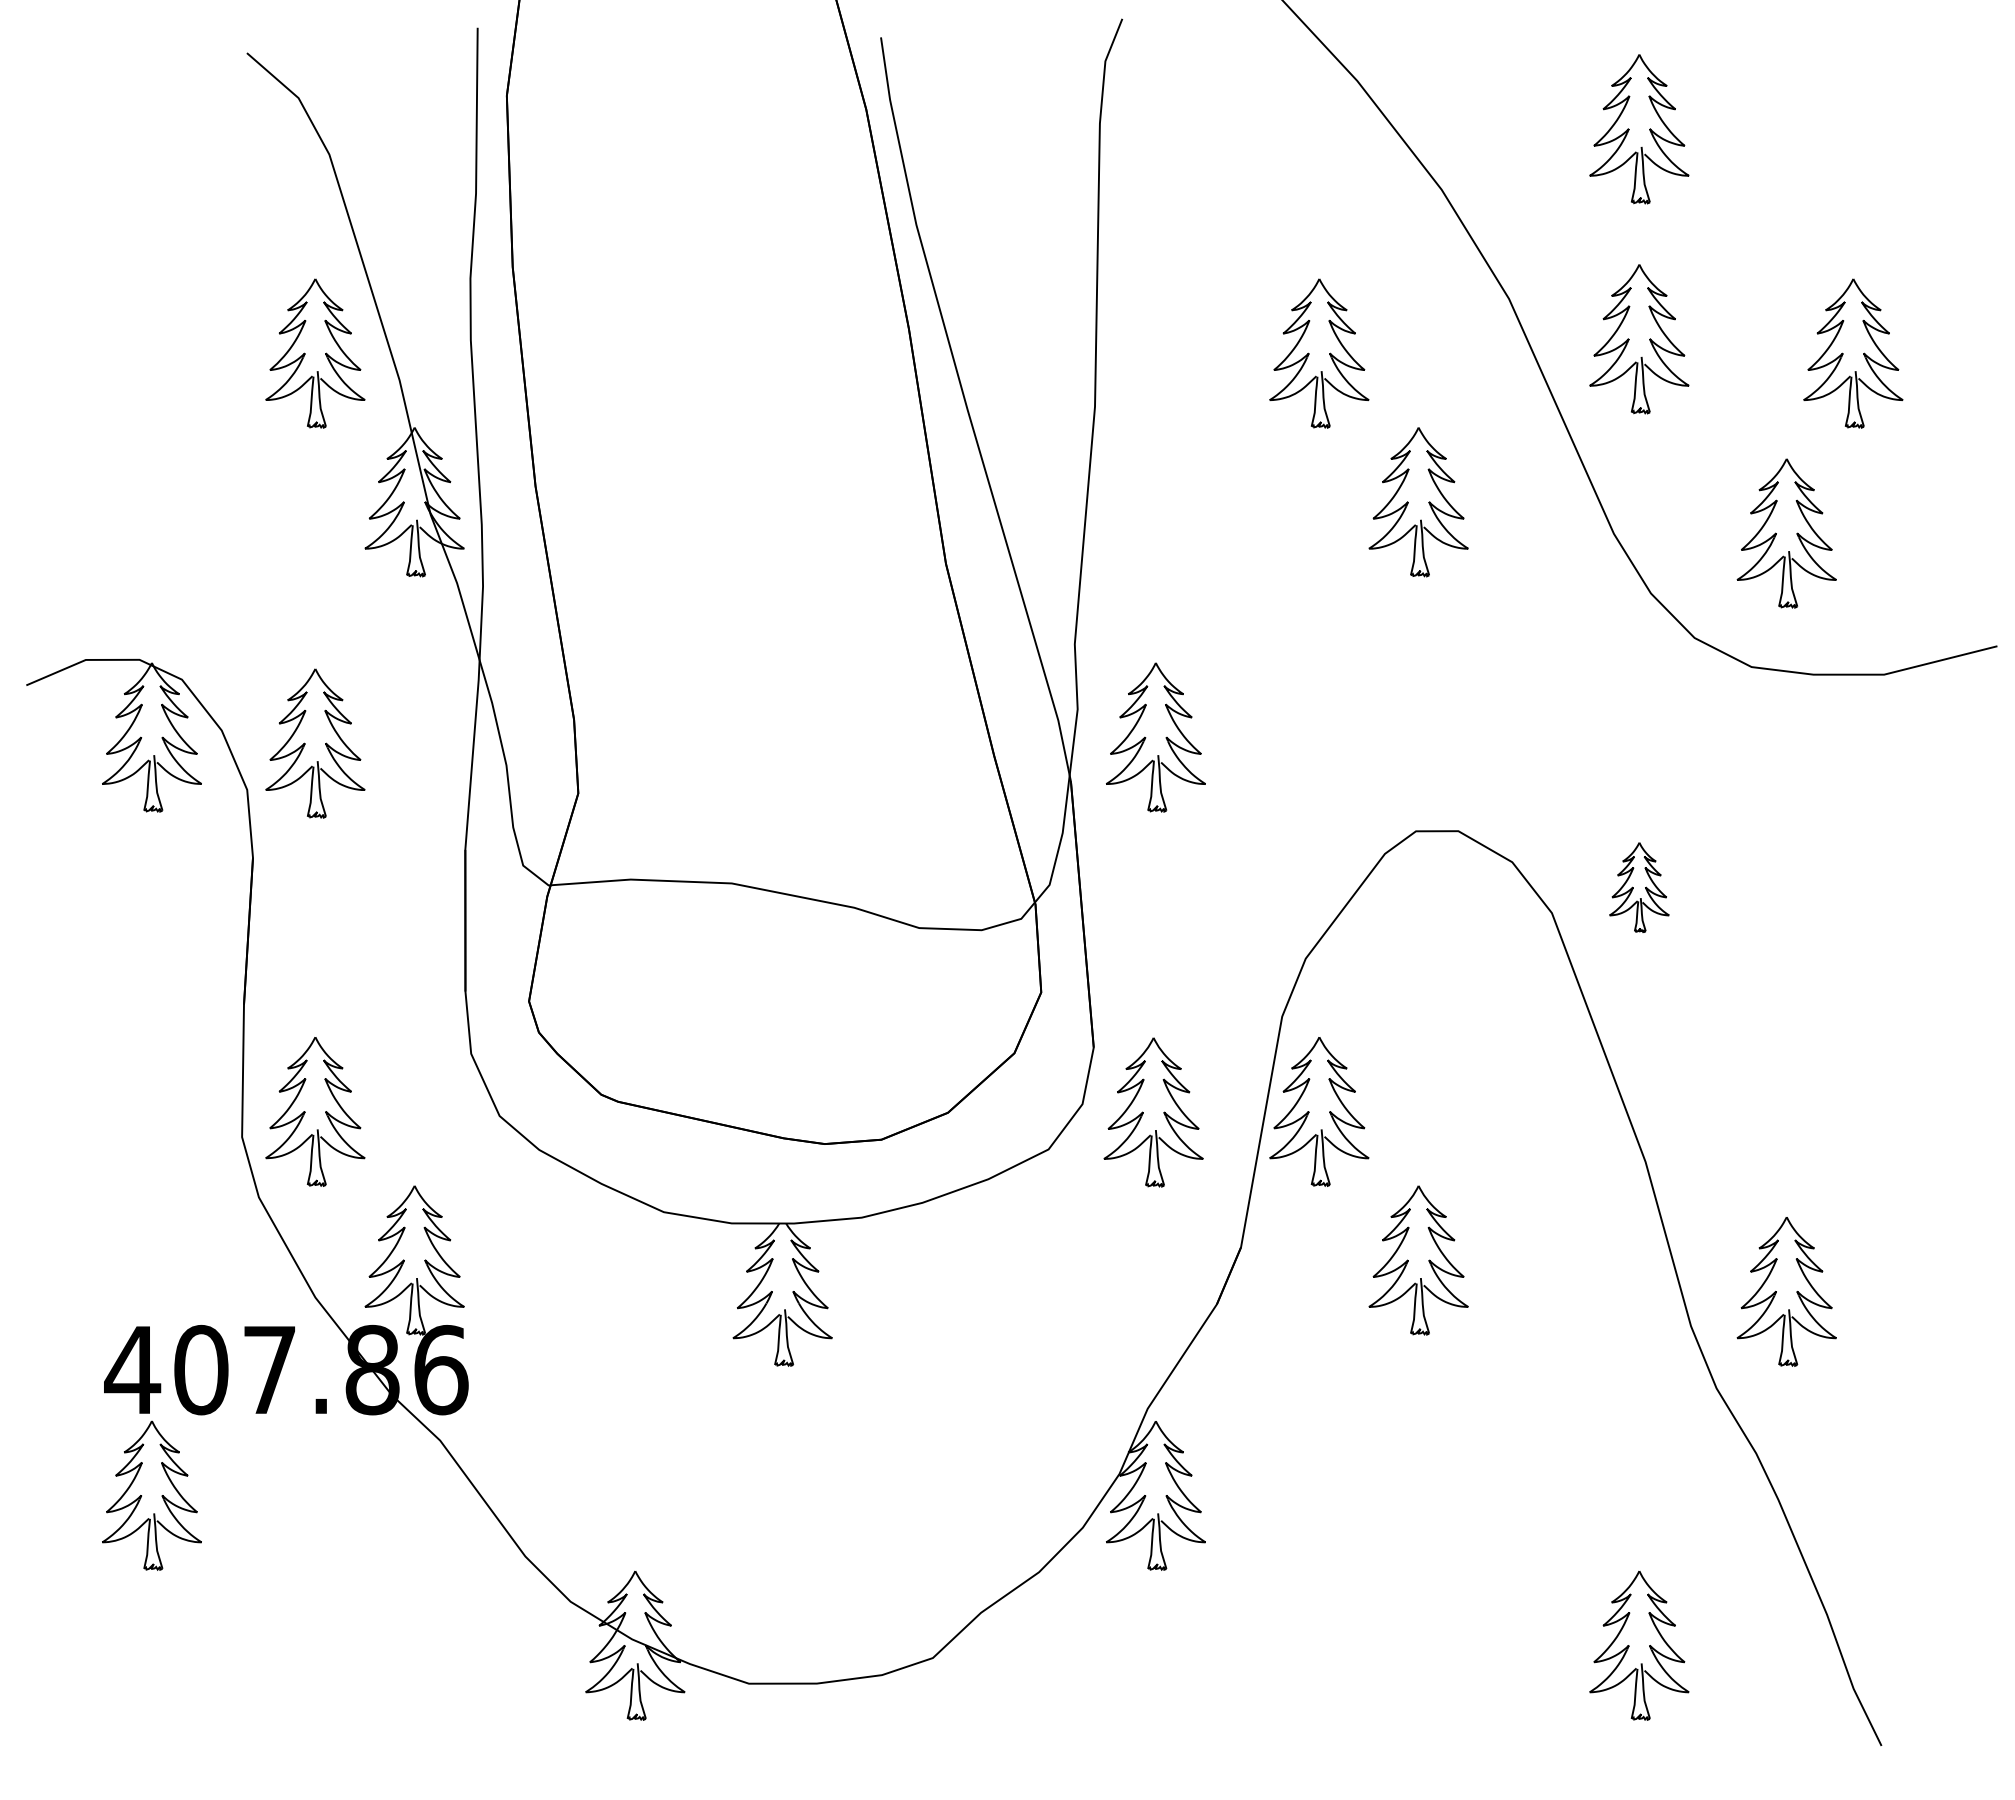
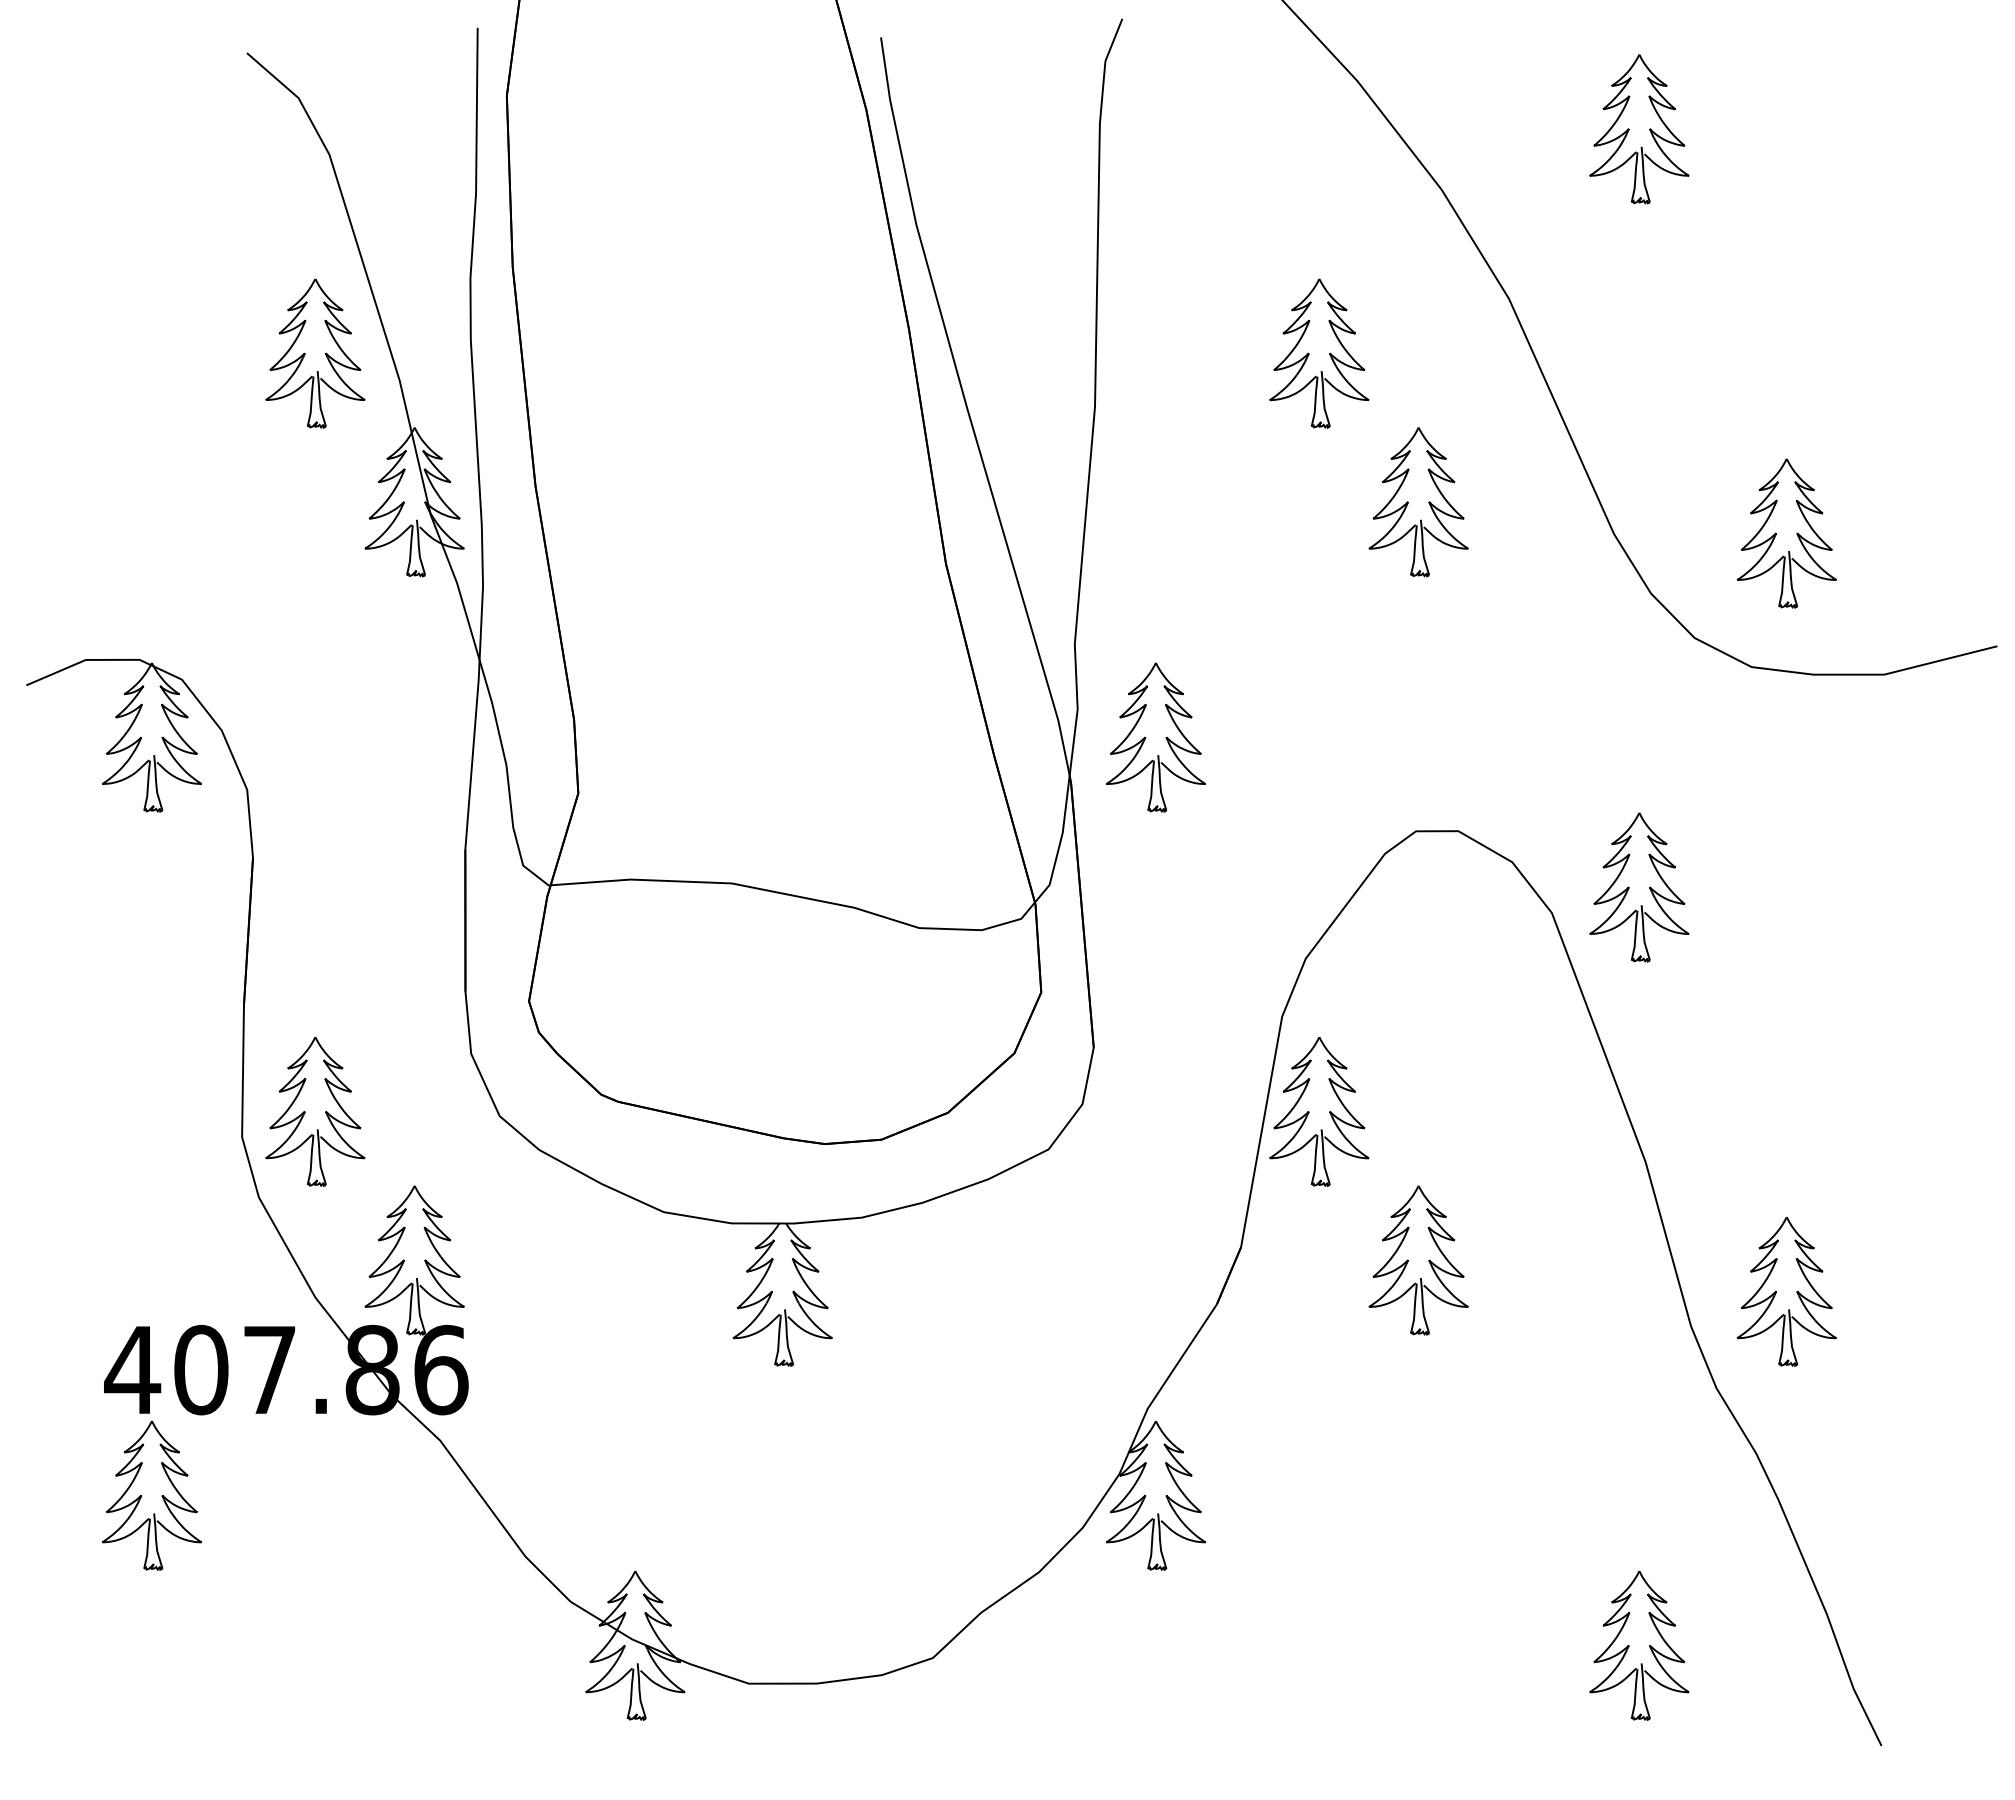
part at (1639, 339): present -> none
part at (1853, 353): present -> none
part at (315, 743): present -> none
part at (1639, 887) size: 61x91 px -> 101x151 px
part at (1153, 1112): present -> none
